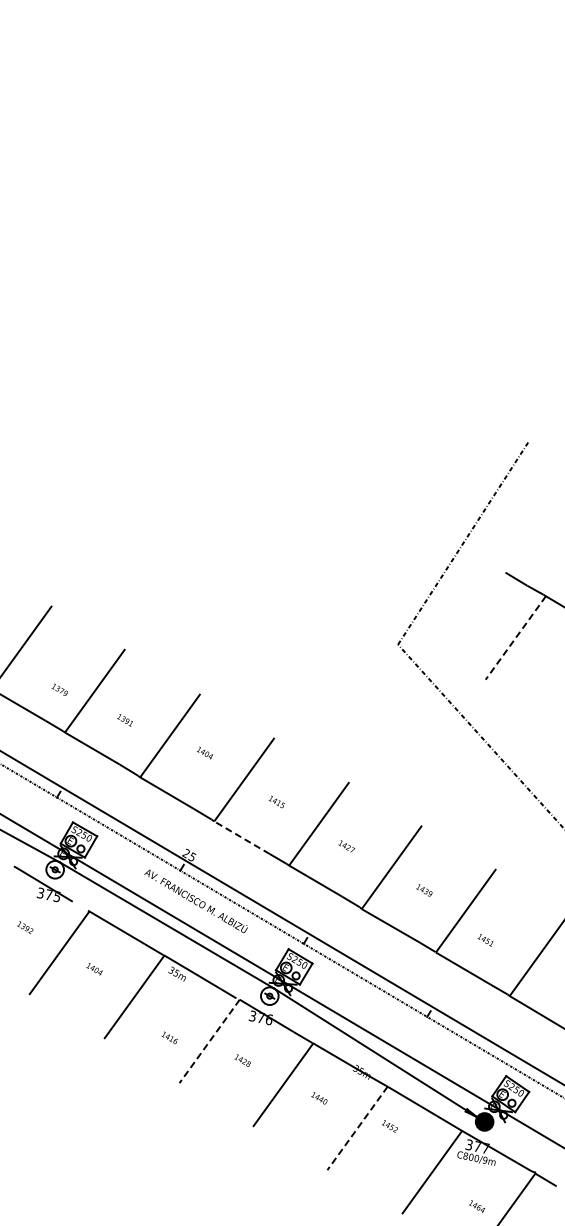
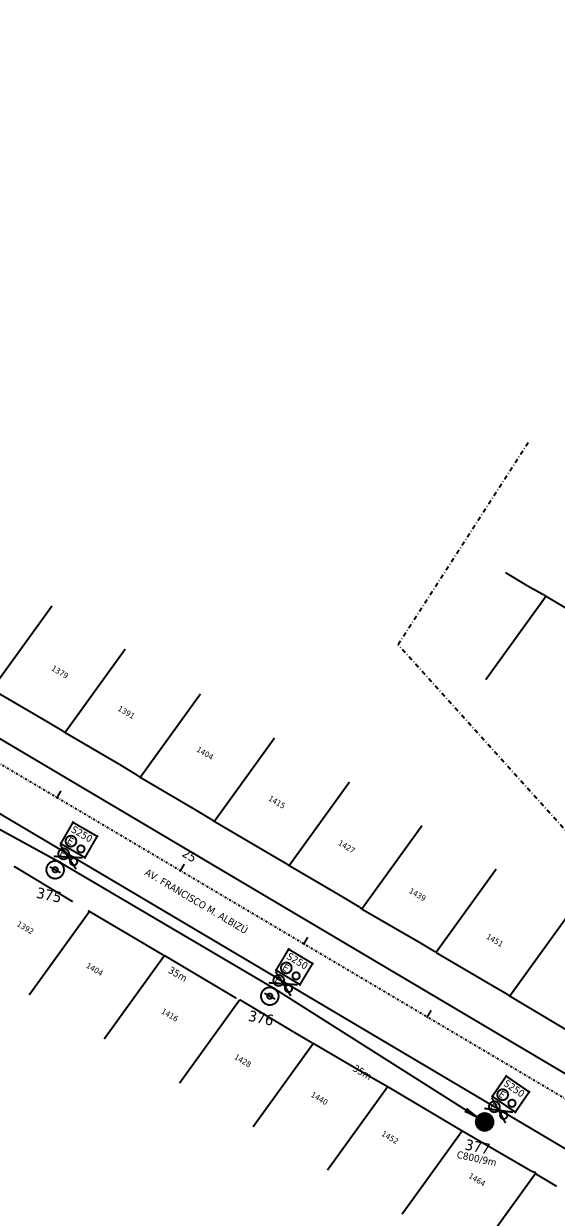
line at (515, 638): dashed -> solid
text at (59, 689) position: (59, 689) -> (59, 671)
text at (124, 720) position: (124, 720) -> (125, 712)
line at (241, 837): dashed -> solid
text at (424, 890) position: (424, 890) -> (417, 894)
line at (281, 917) position: (281, 917) -> (281, 905)
text at (485, 940) position: (485, 940) -> (494, 940)
text at (169, 1037) position: (169, 1037) -> (169, 1014)
line at (209, 1041): dashed -> solid
text at (389, 1126) position: (389, 1126) -> (389, 1137)
line at (357, 1128): dashed -> solid
text at (477, 1206) position: (477, 1206) -> (477, 1179)
